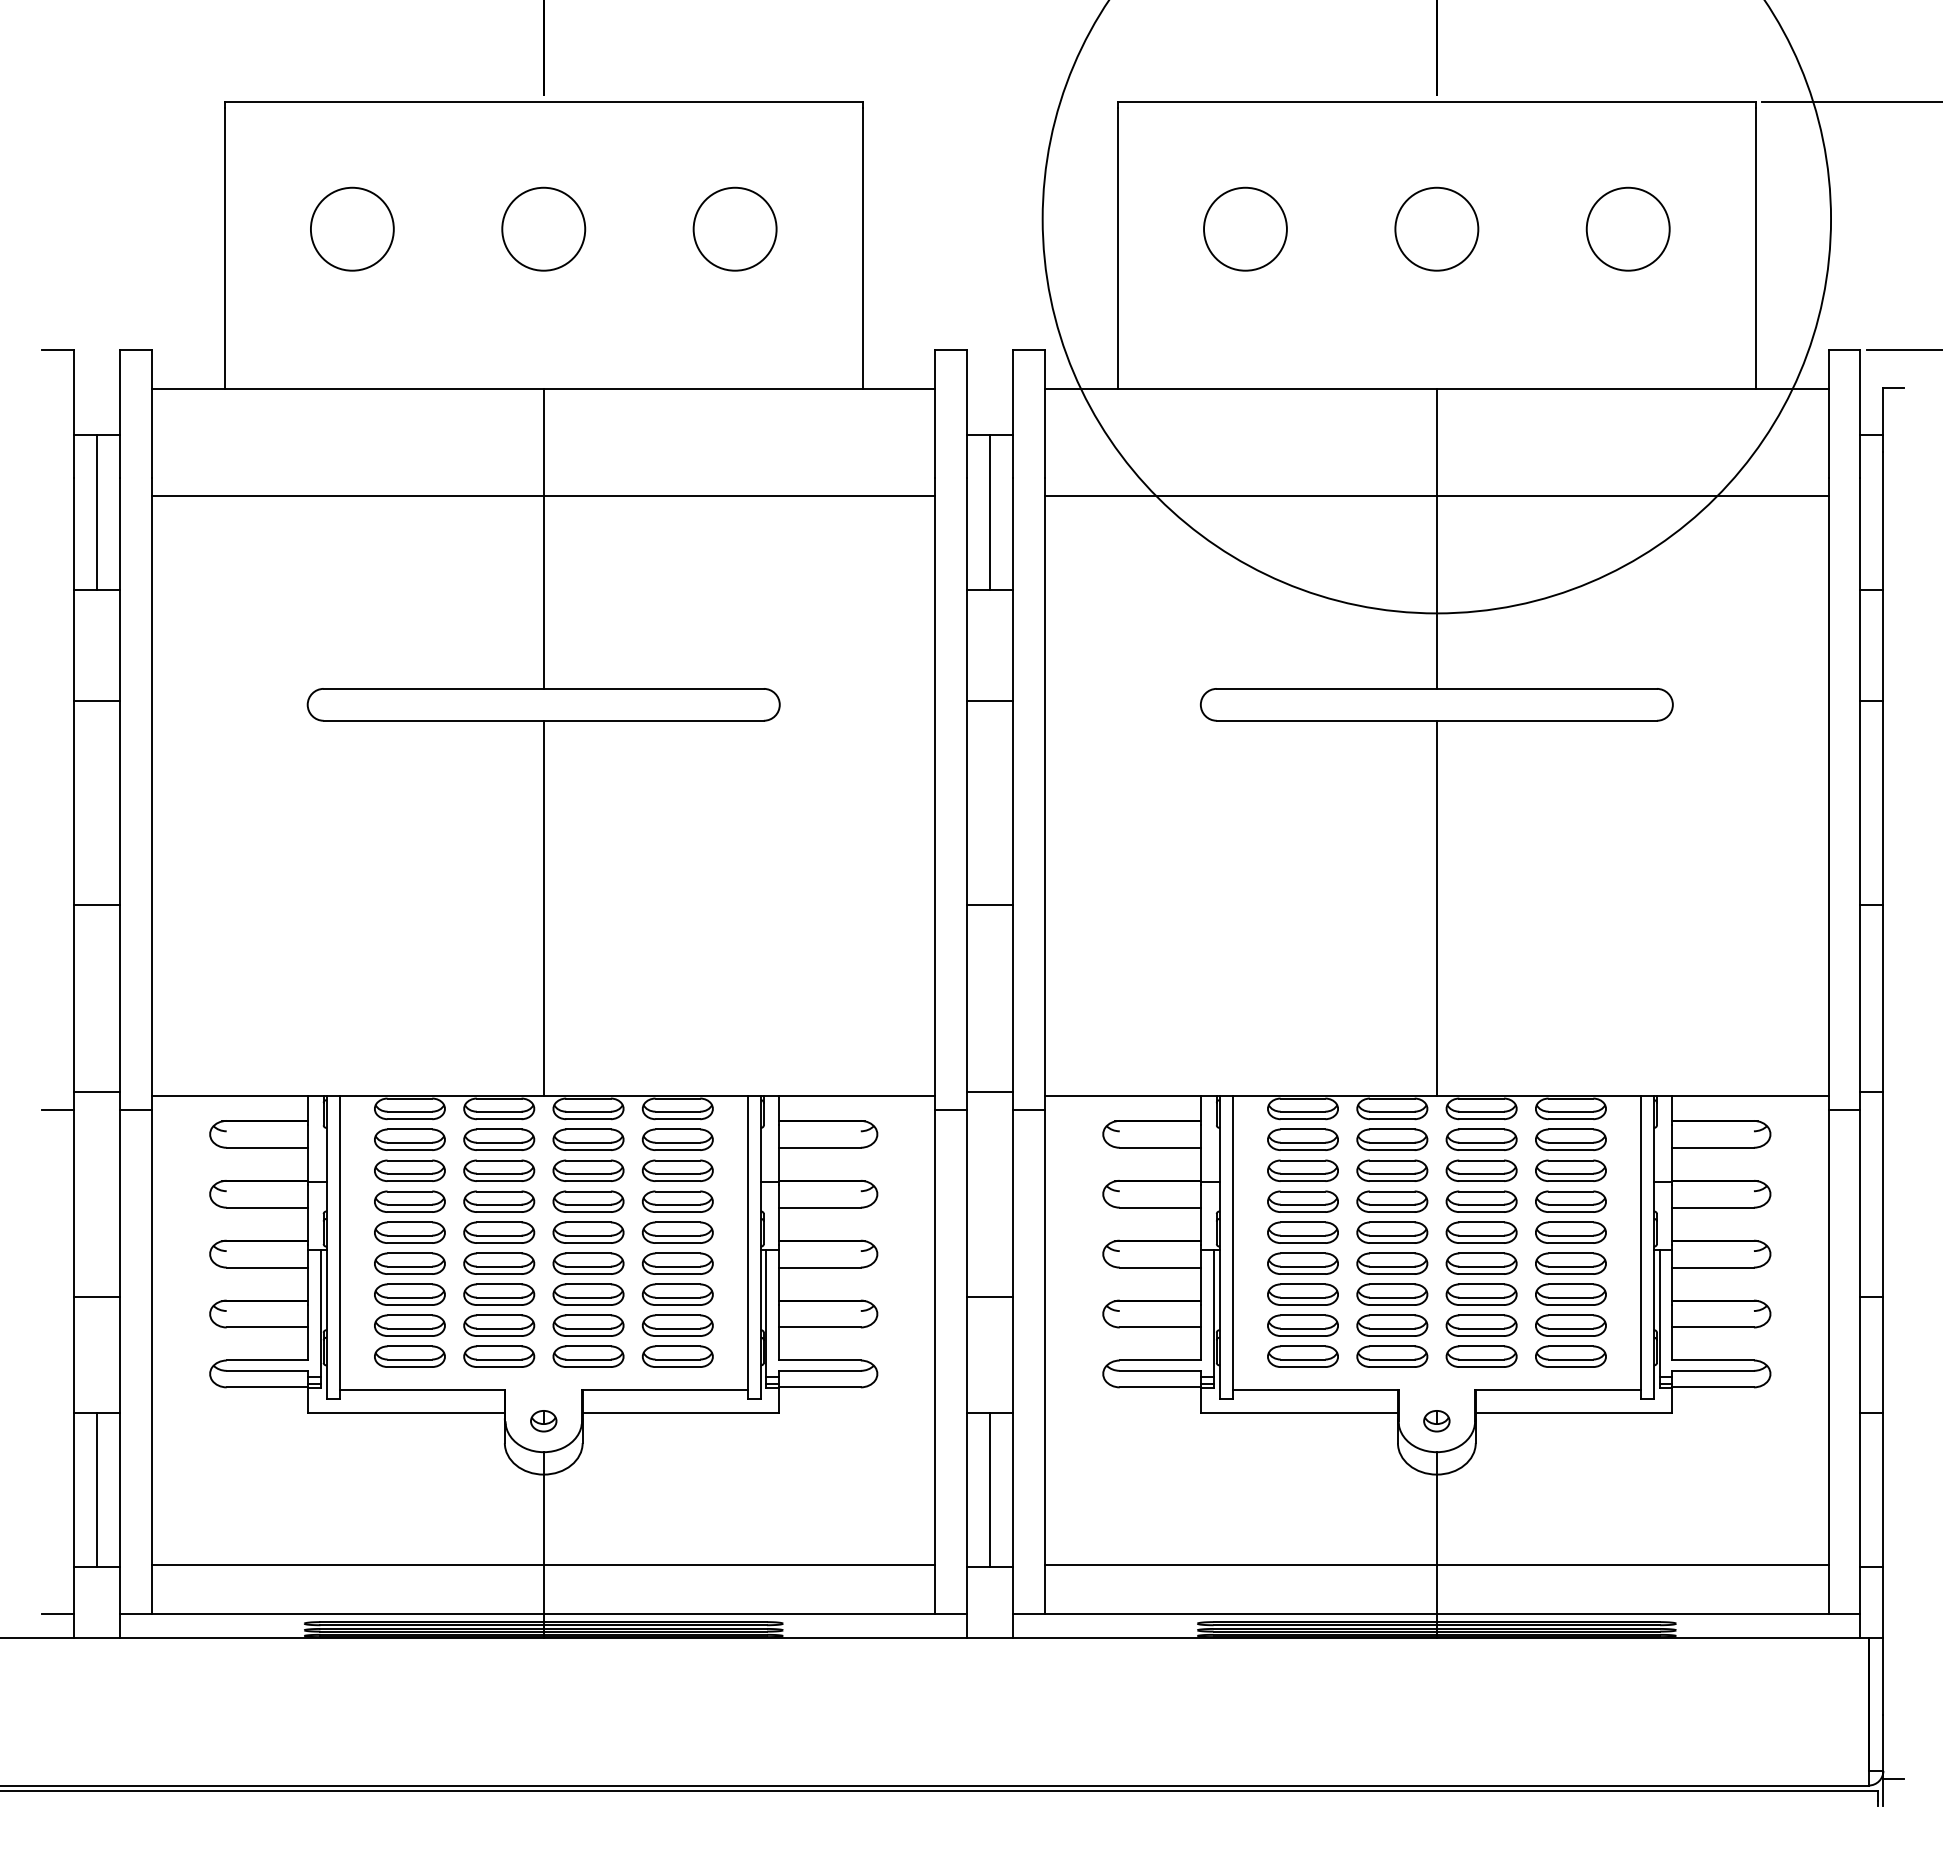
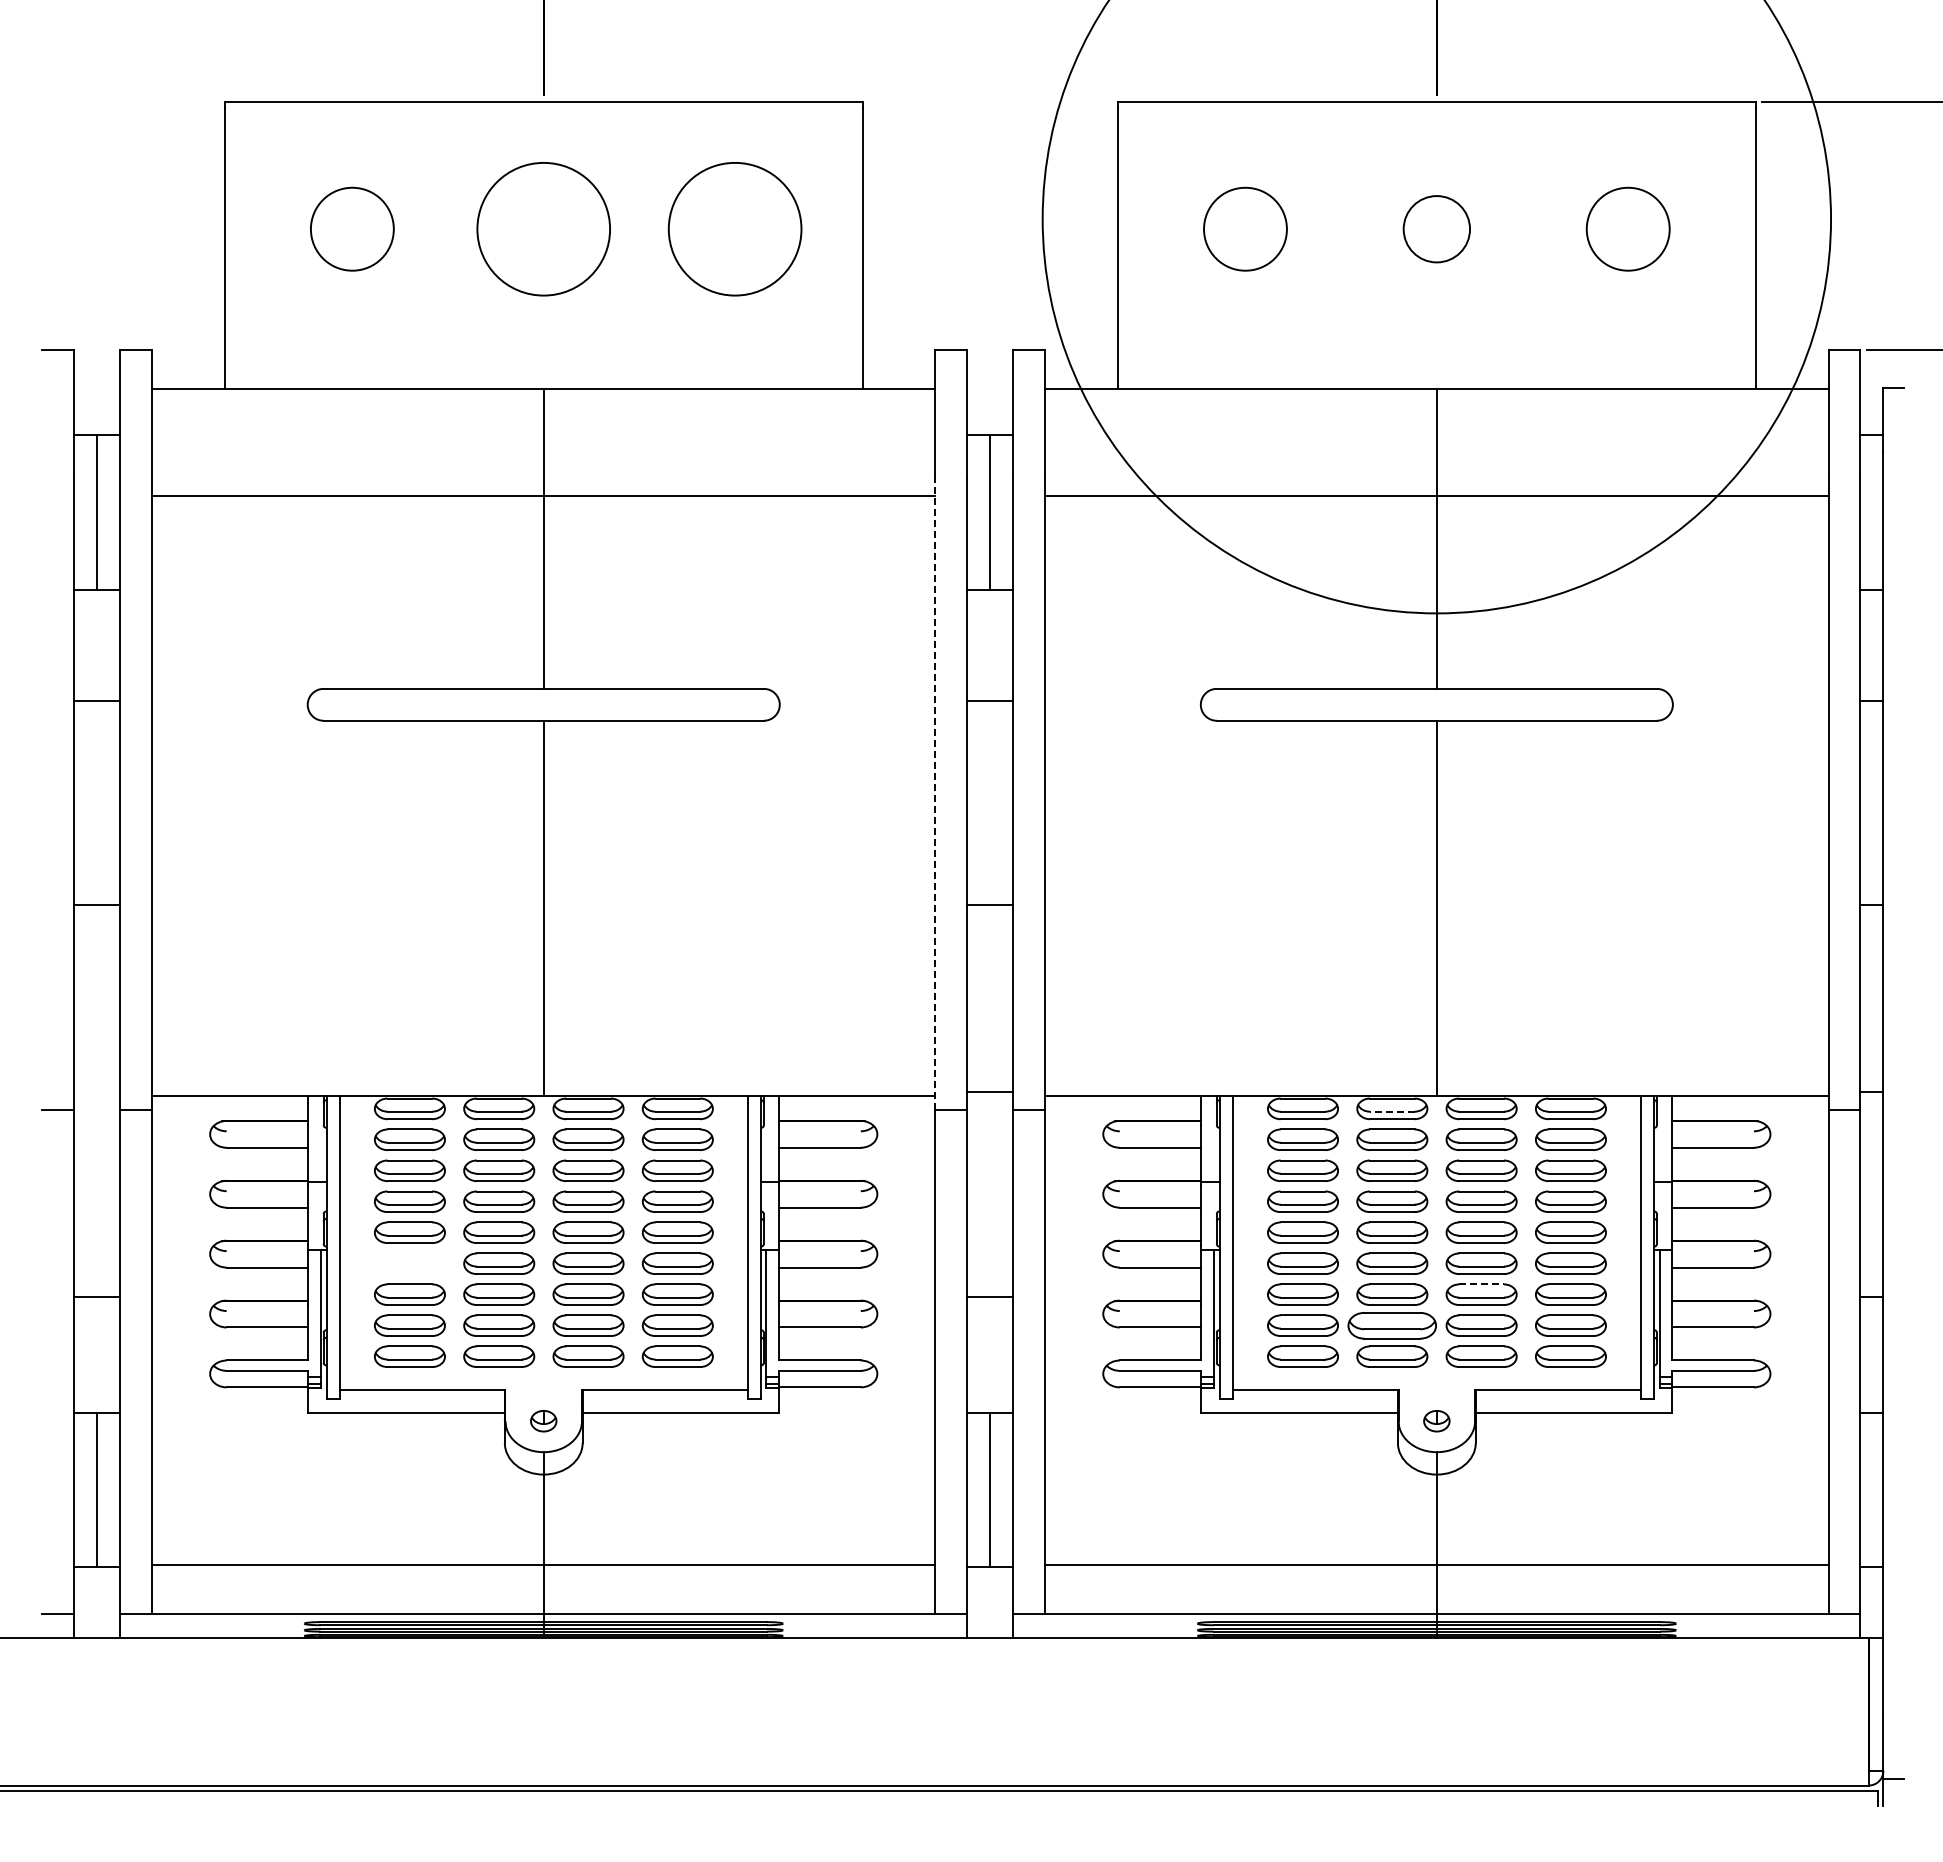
circle at (543, 228) diameter: 83 px -> 133 px
circle at (734, 228) diameter: 83 px -> 133 px
circle at (1436, 228) diameter: 83 px -> 66 px
line at (935, 793): solid -> dashed
line at (97, 1091): present -> none
line at (1391, 1111): solid -> dashed
part at (409, 1263): present -> none
line at (1482, 1284): solid -> dashed
part at (1392, 1325) size: 73x23 px -> 90x28 px
